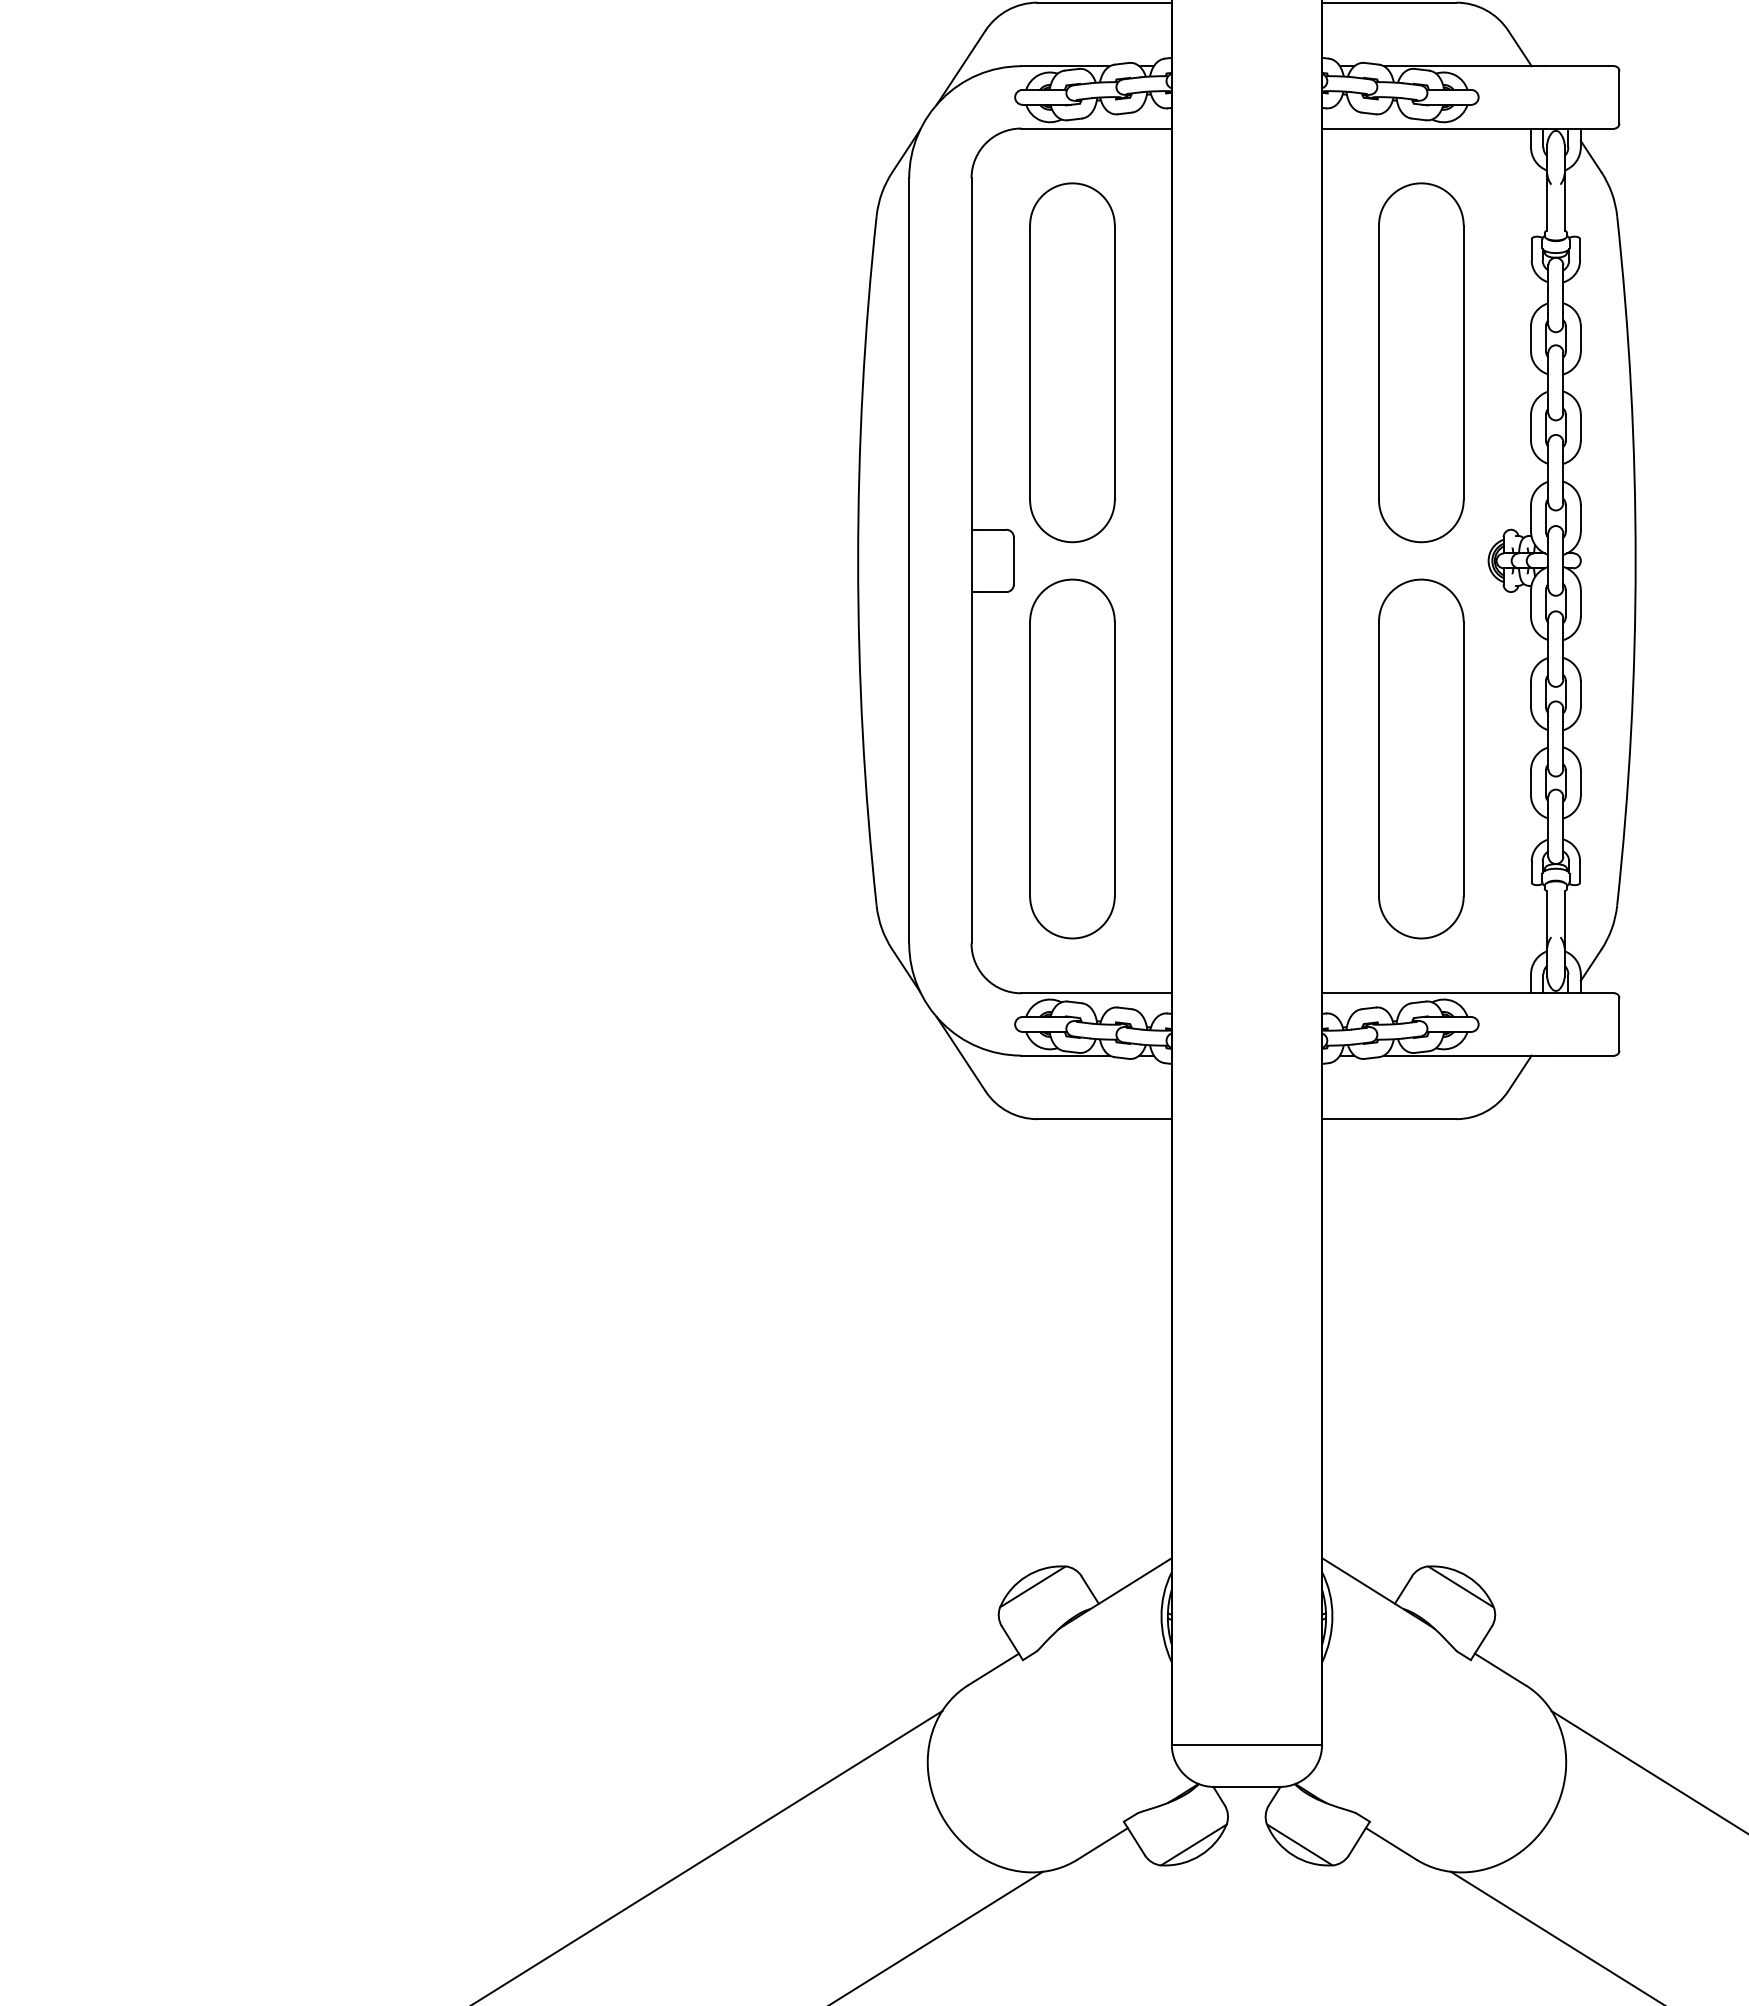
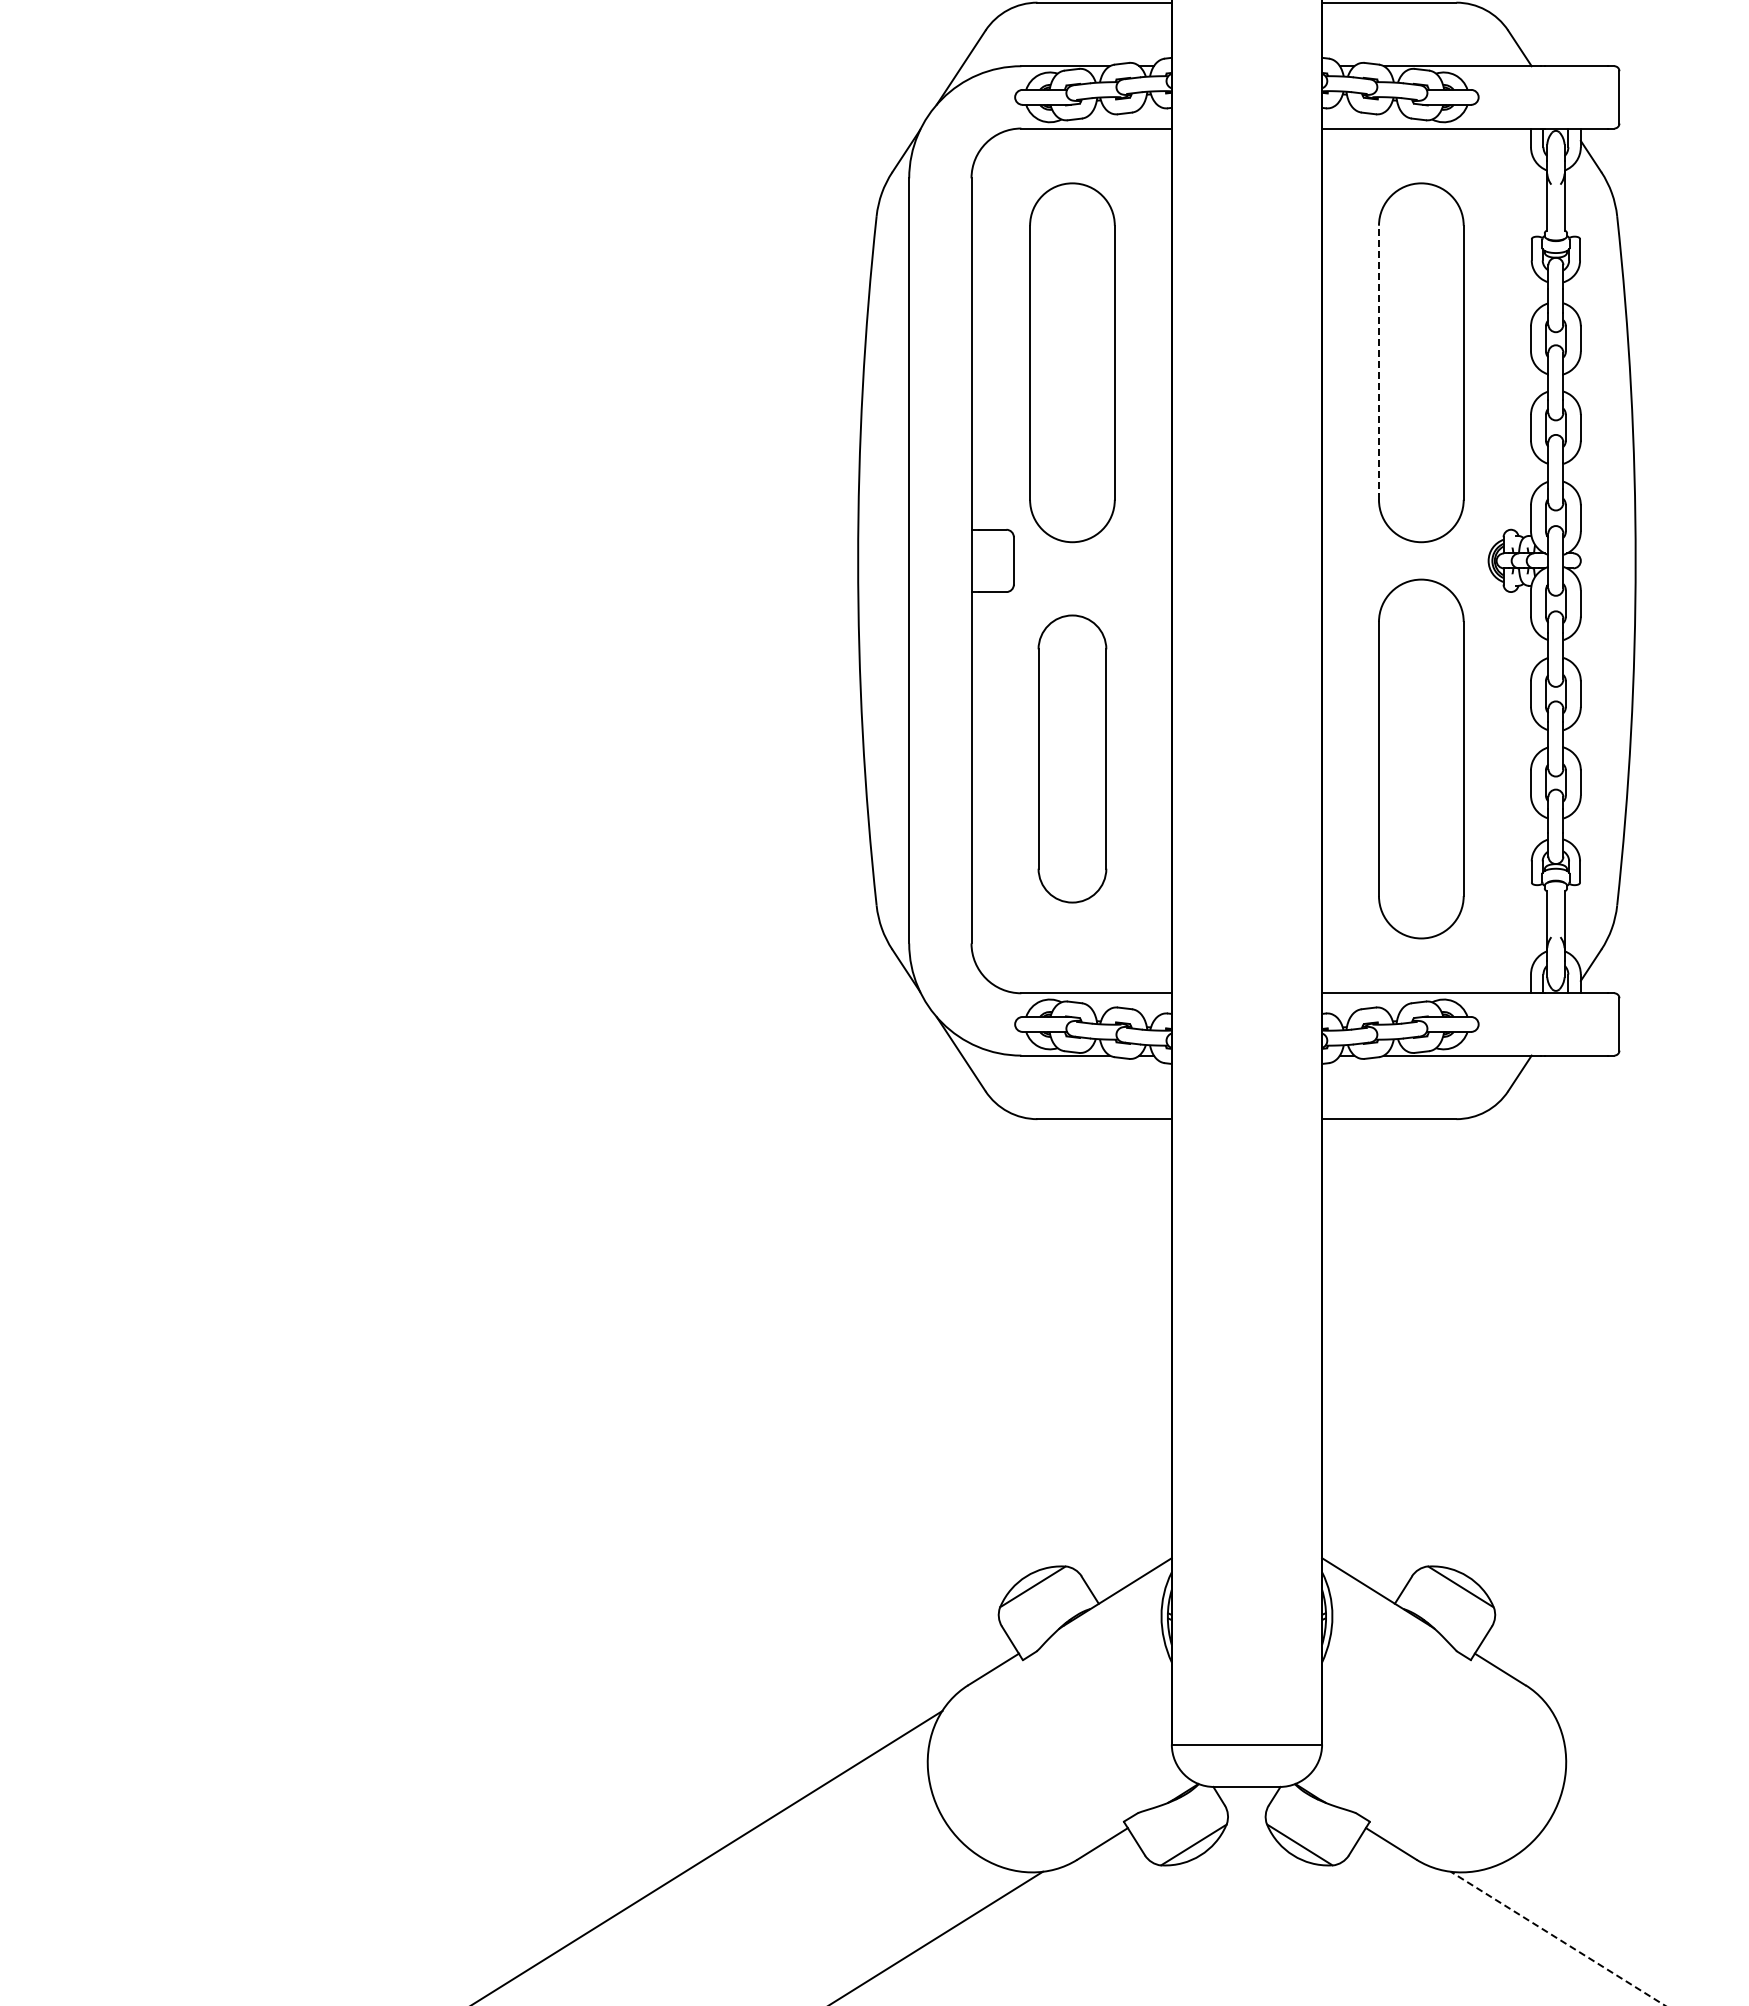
line at (1378, 362): solid -> dashed
part at (1072, 758) size: 87x362 px -> 71x290 px
line at (1648, 1771): present -> none
line at (1557, 1938): solid -> dashed
